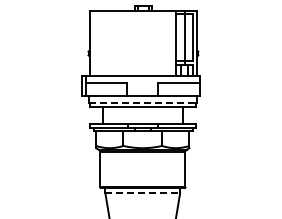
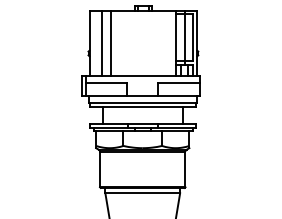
line at (102, 43): none -> present
line at (110, 43): none -> present
line at (143, 102): dashed -> solid
line at (143, 193): dashed -> solid
